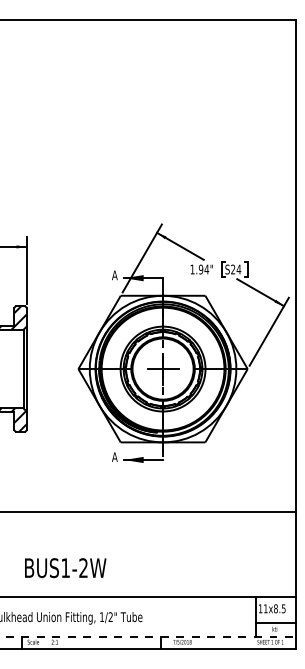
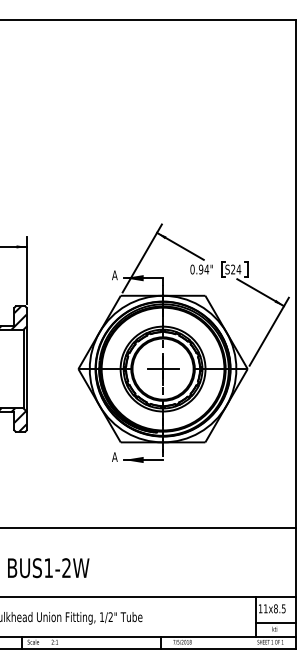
text at (192, 269): 1.94" -> 0.94"
line at (148, 512) position: (148, 512) -> (148, 528)
text at (65, 568) position: (65, 568) -> (48, 568)
line at (148, 636): dashed -> solid
